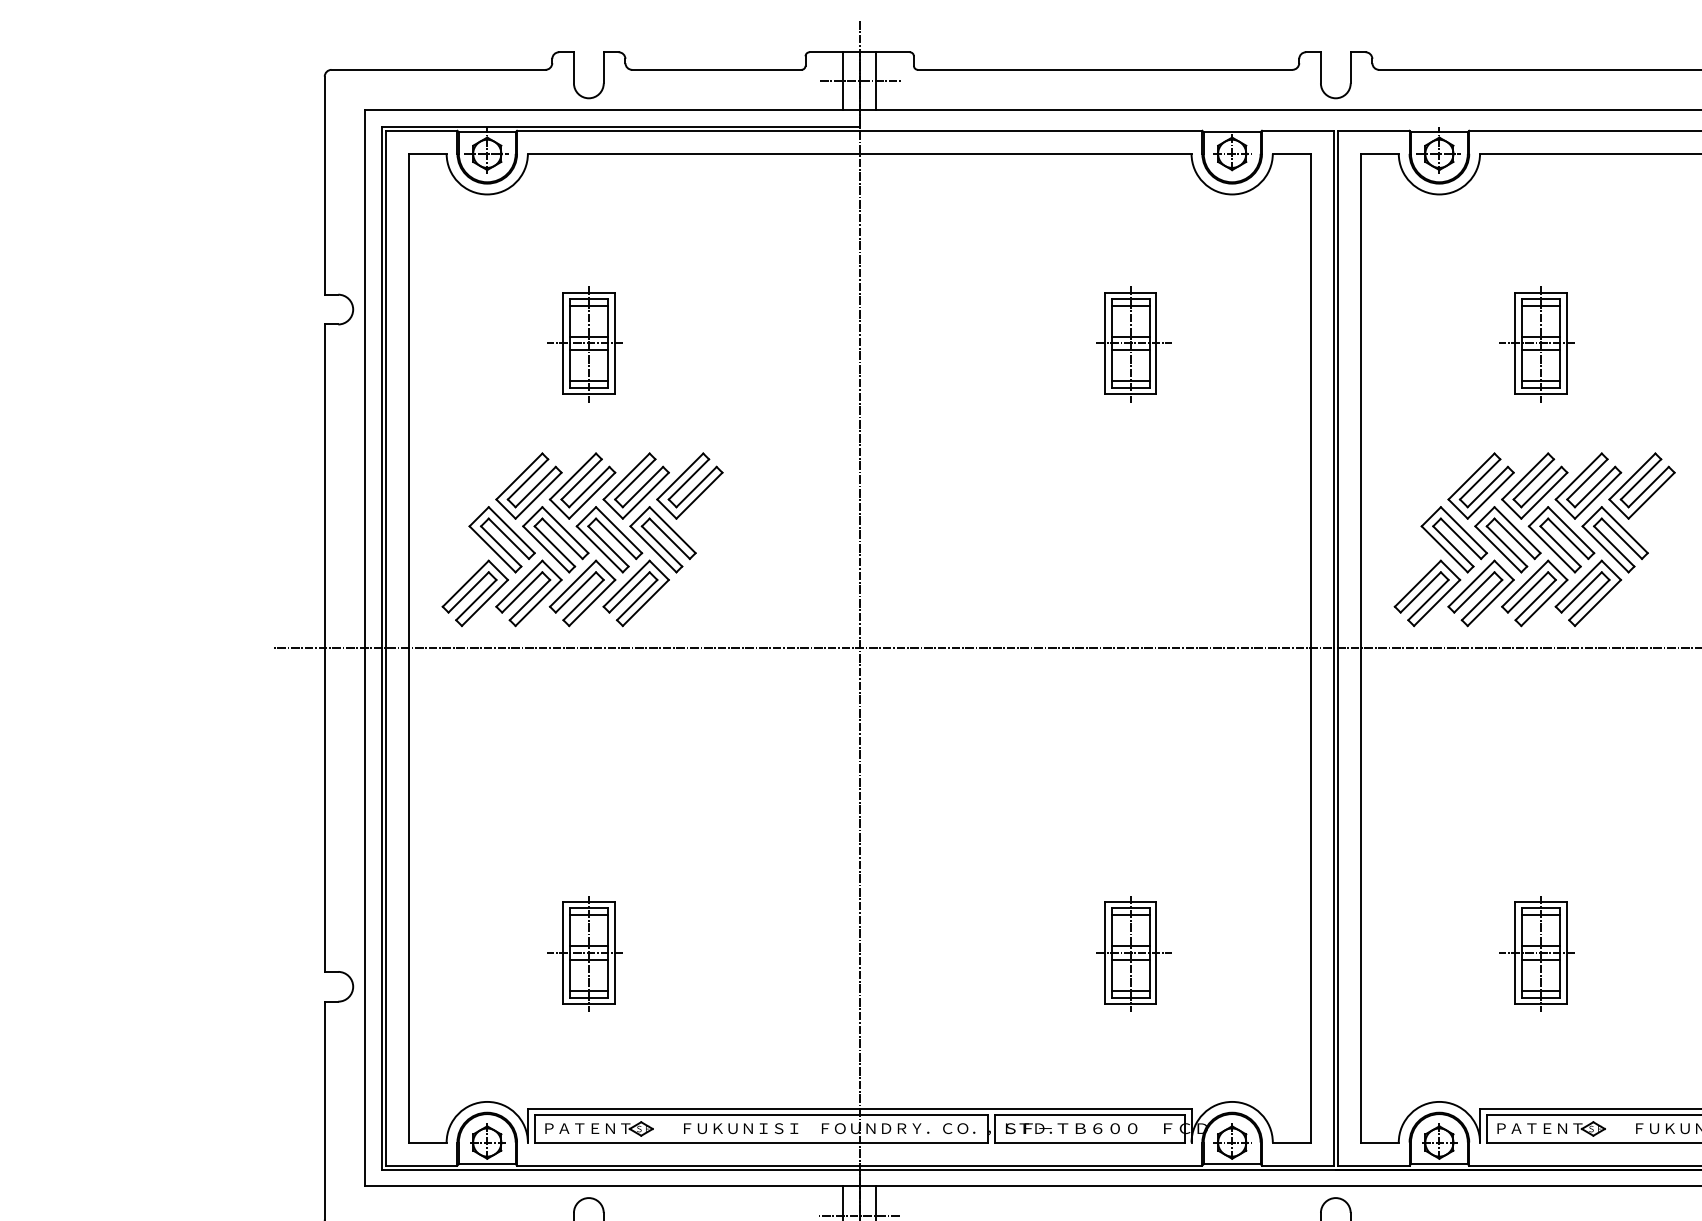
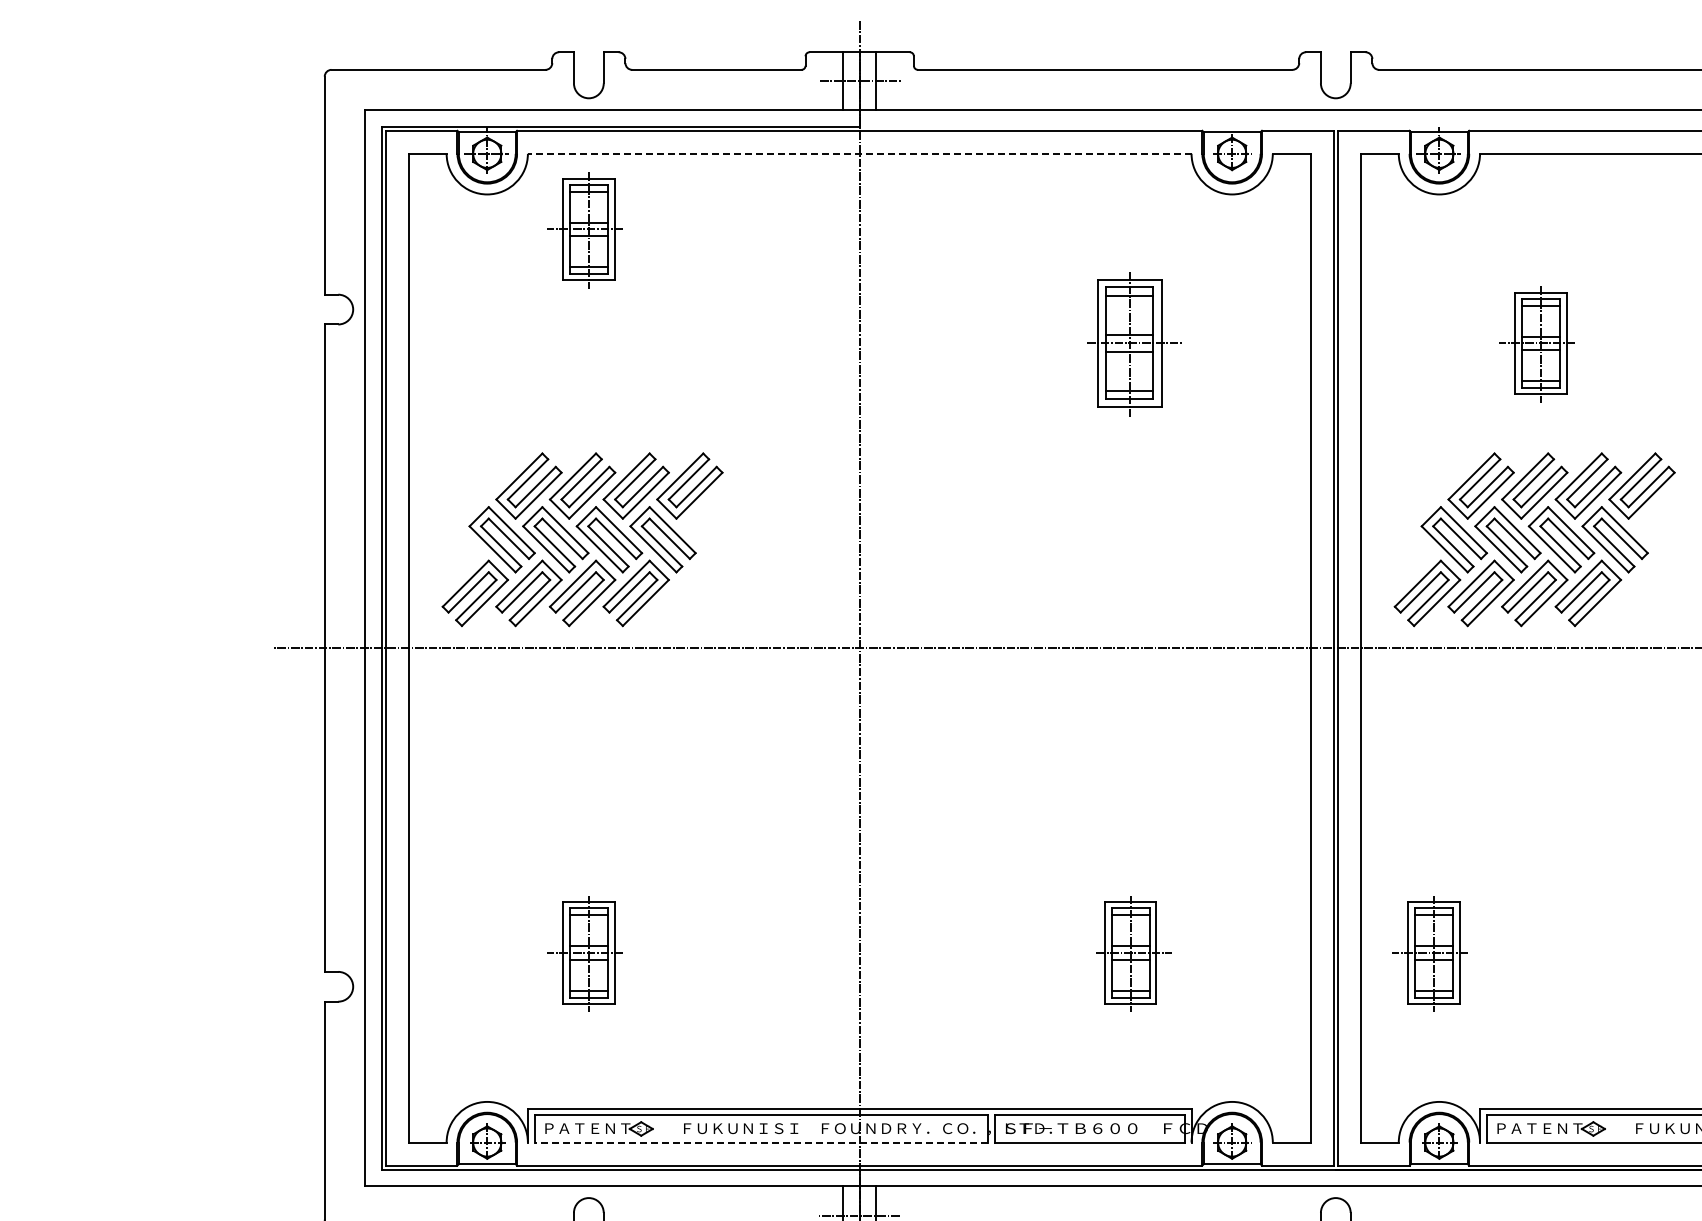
line at (859, 153): solid -> dashed
part at (584, 344) position: (584, 344) -> (584, 230)
part at (1133, 344) size: 76x117 px -> 95x145 px
part at (1536, 953) position: (1536, 953) -> (1429, 953)
line at (761, 1142): solid -> dashed
